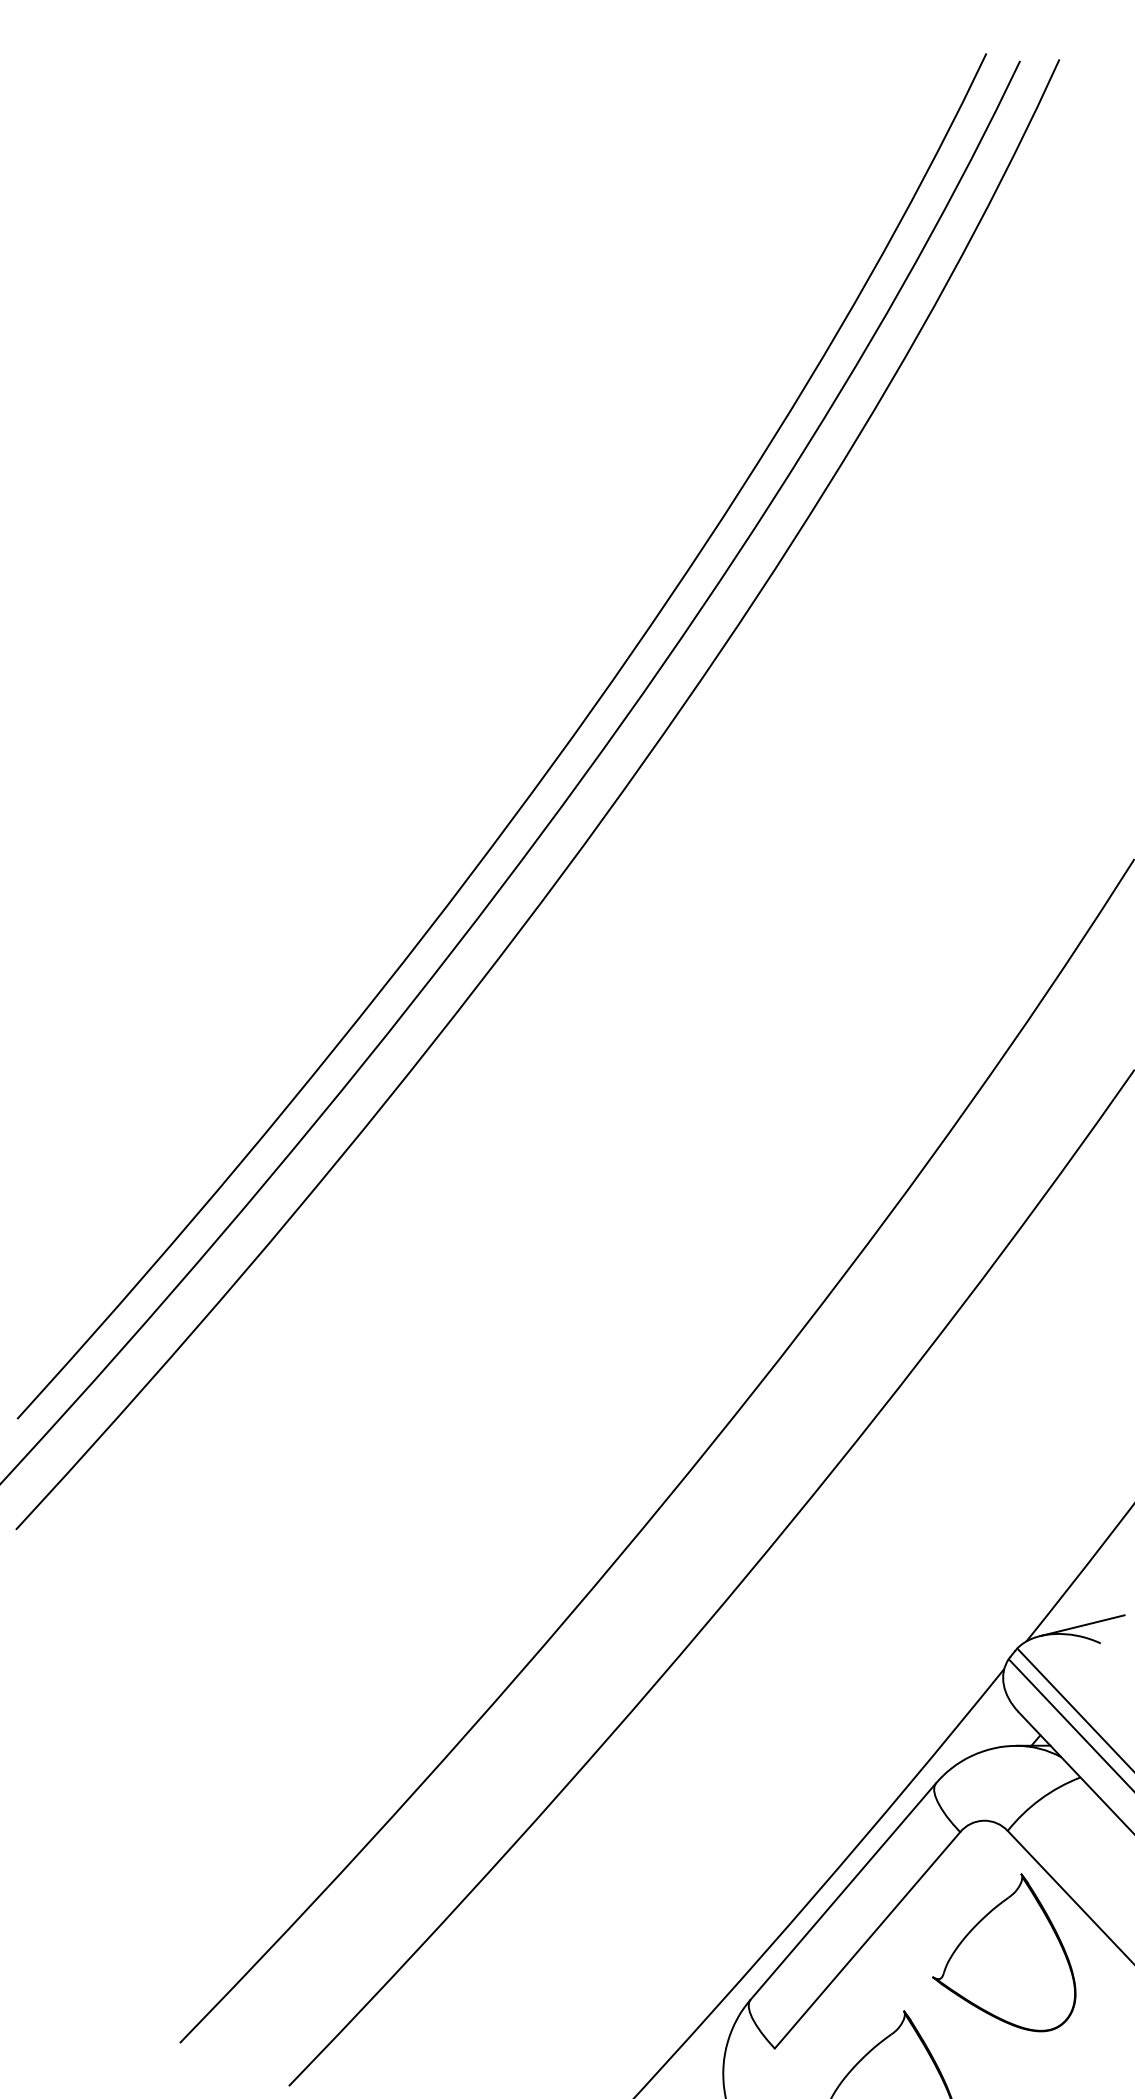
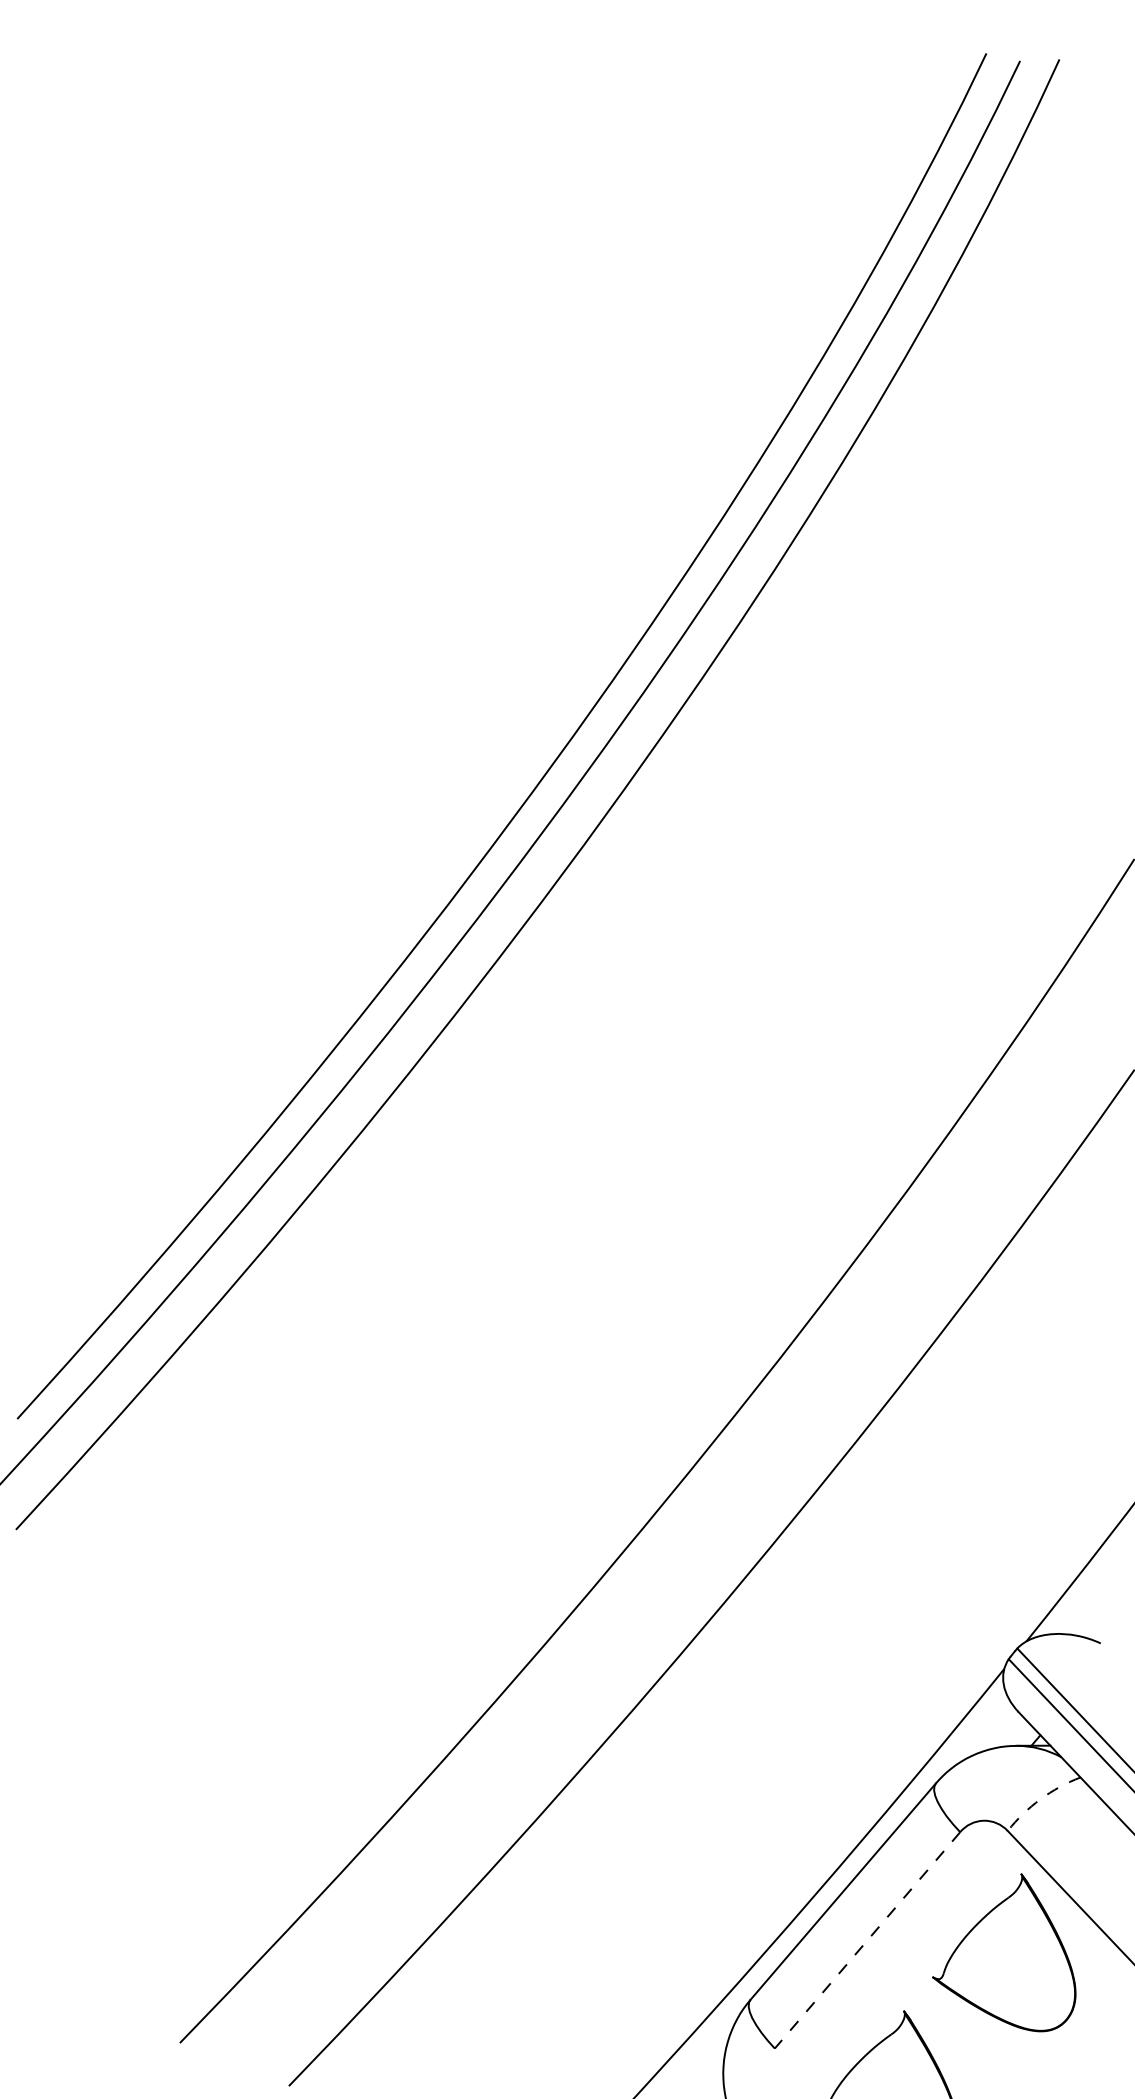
line at (1082, 1625): present -> none
arc at (1040, 1799): solid -> dashed
line at (867, 1940): solid -> dashed
